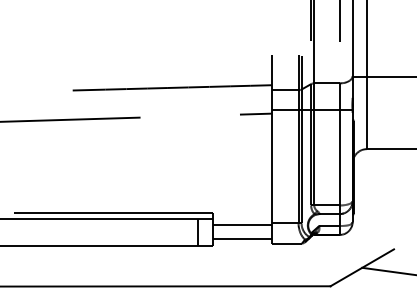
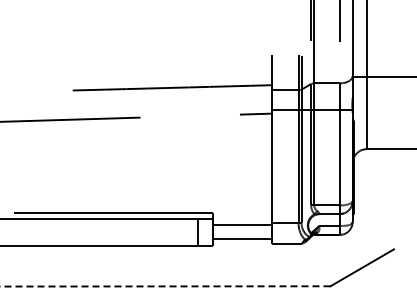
line at (387, 270): present -> none
line at (164, 286): solid -> dashed
